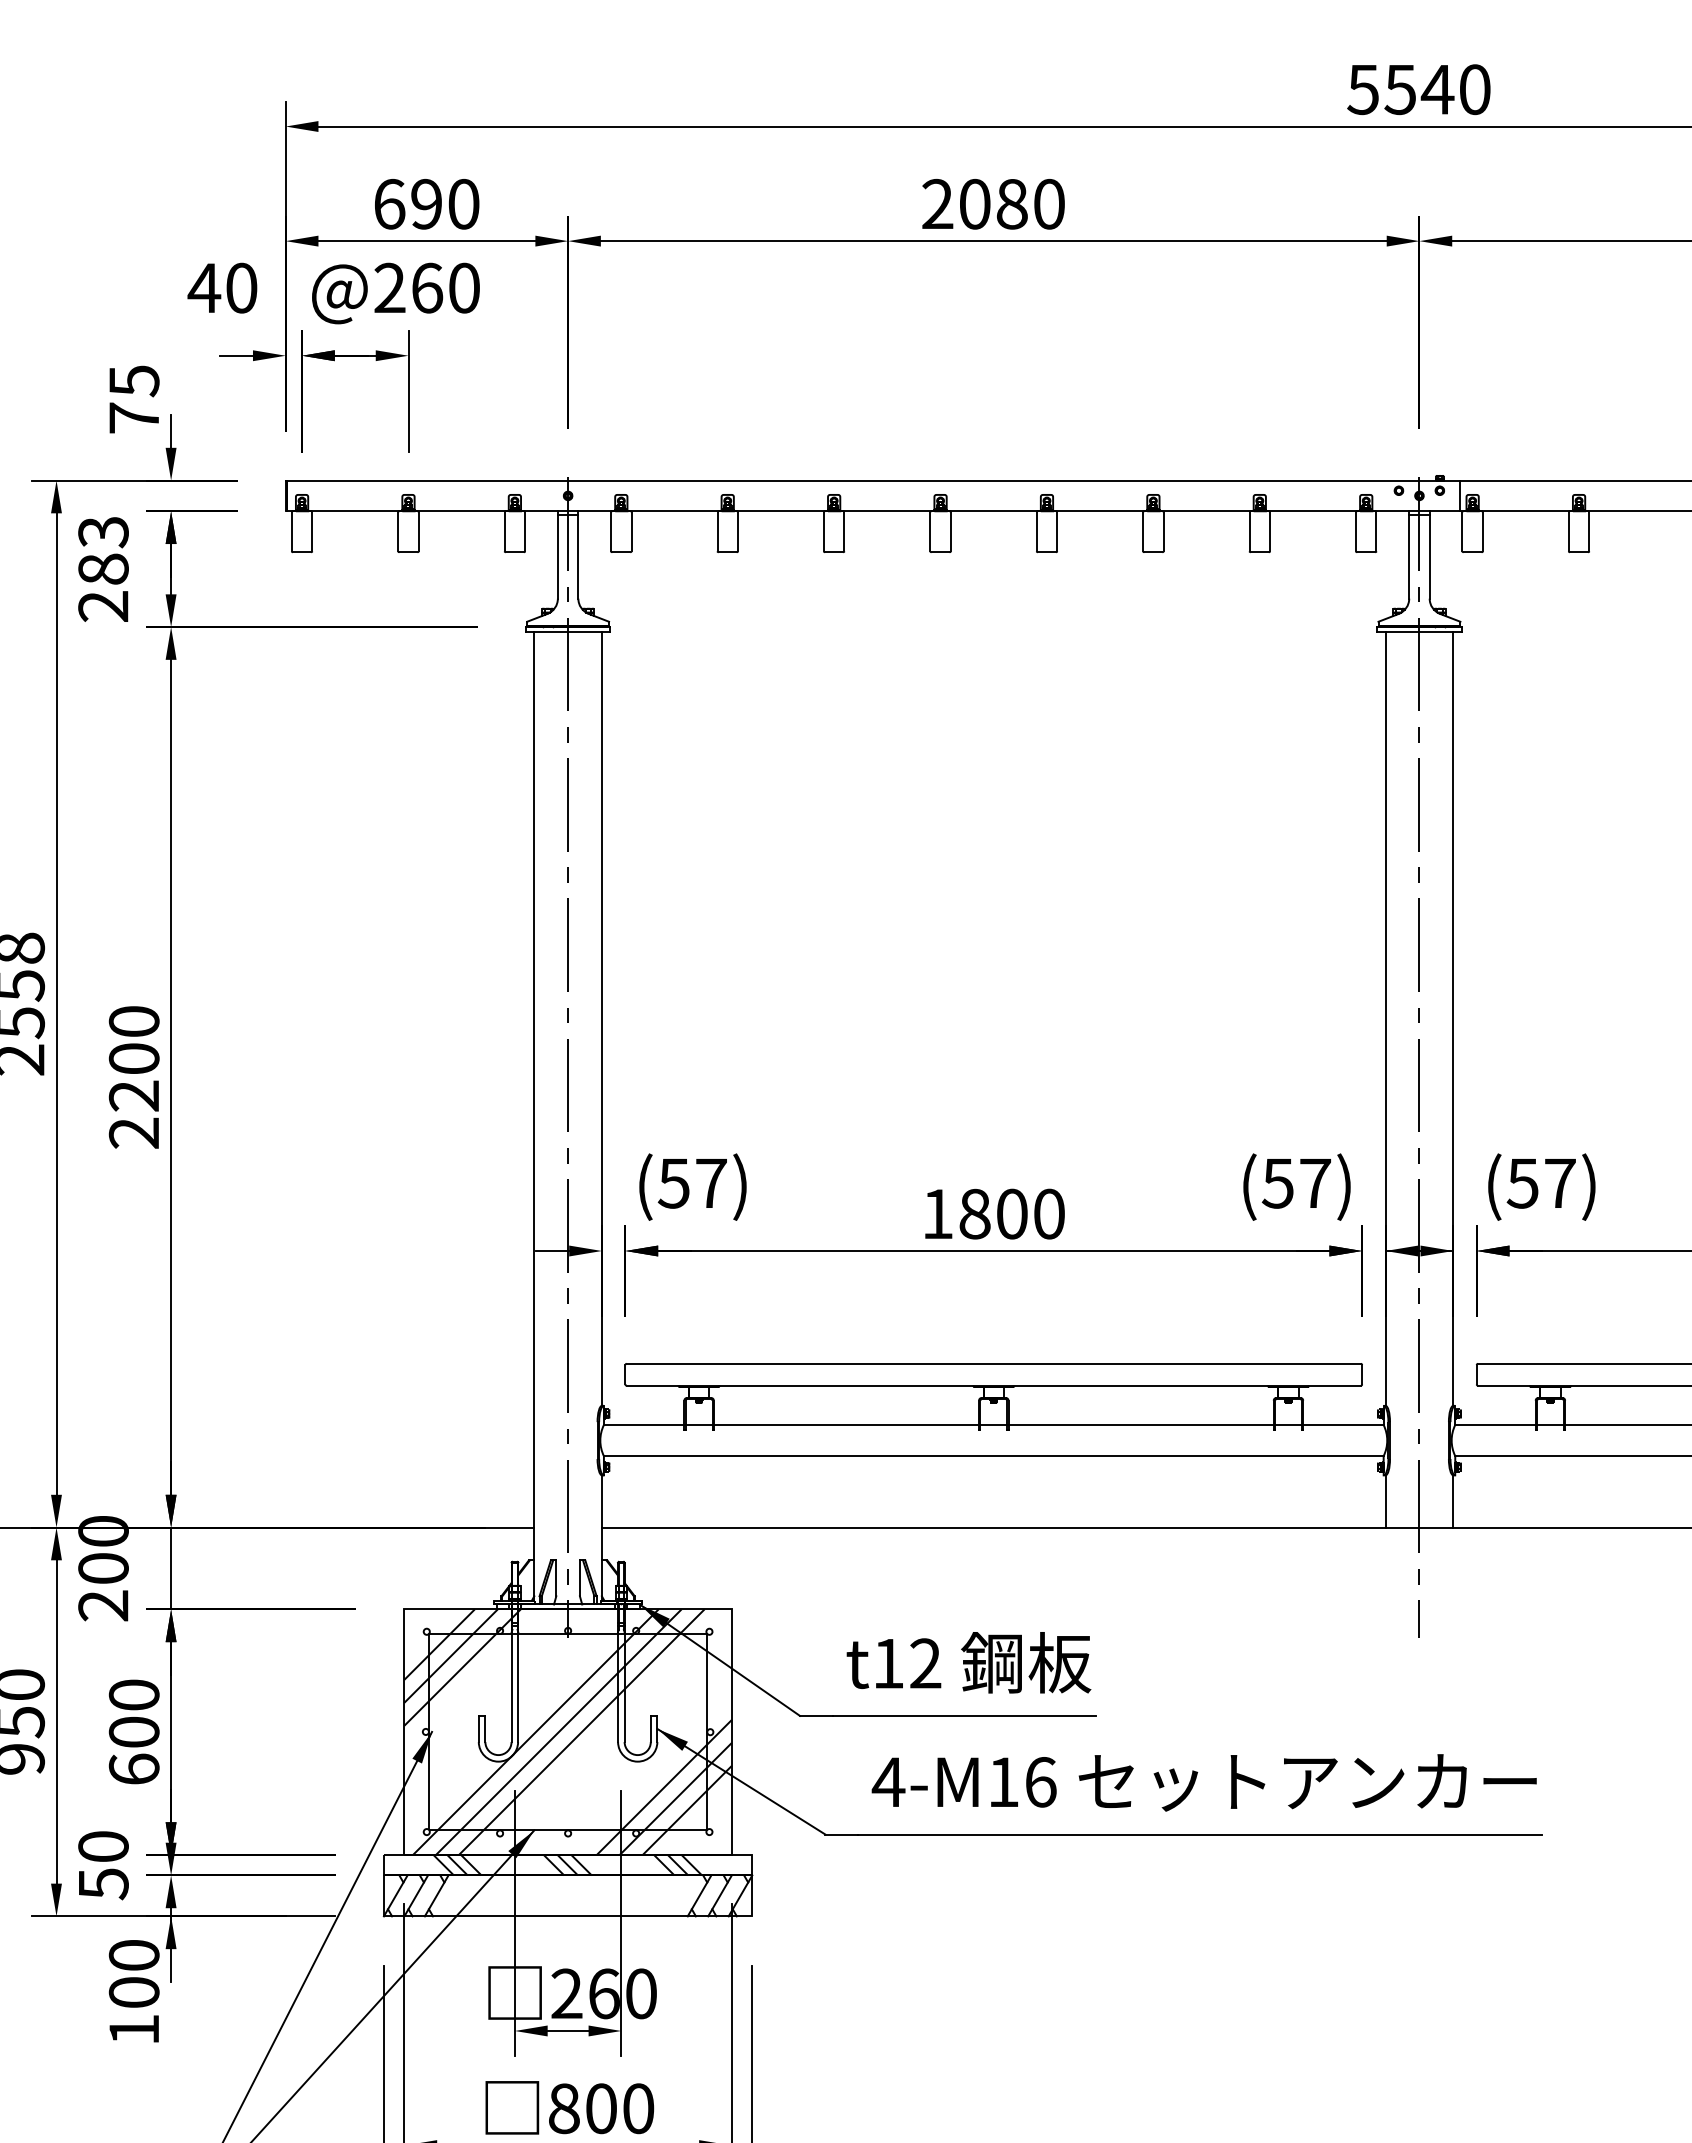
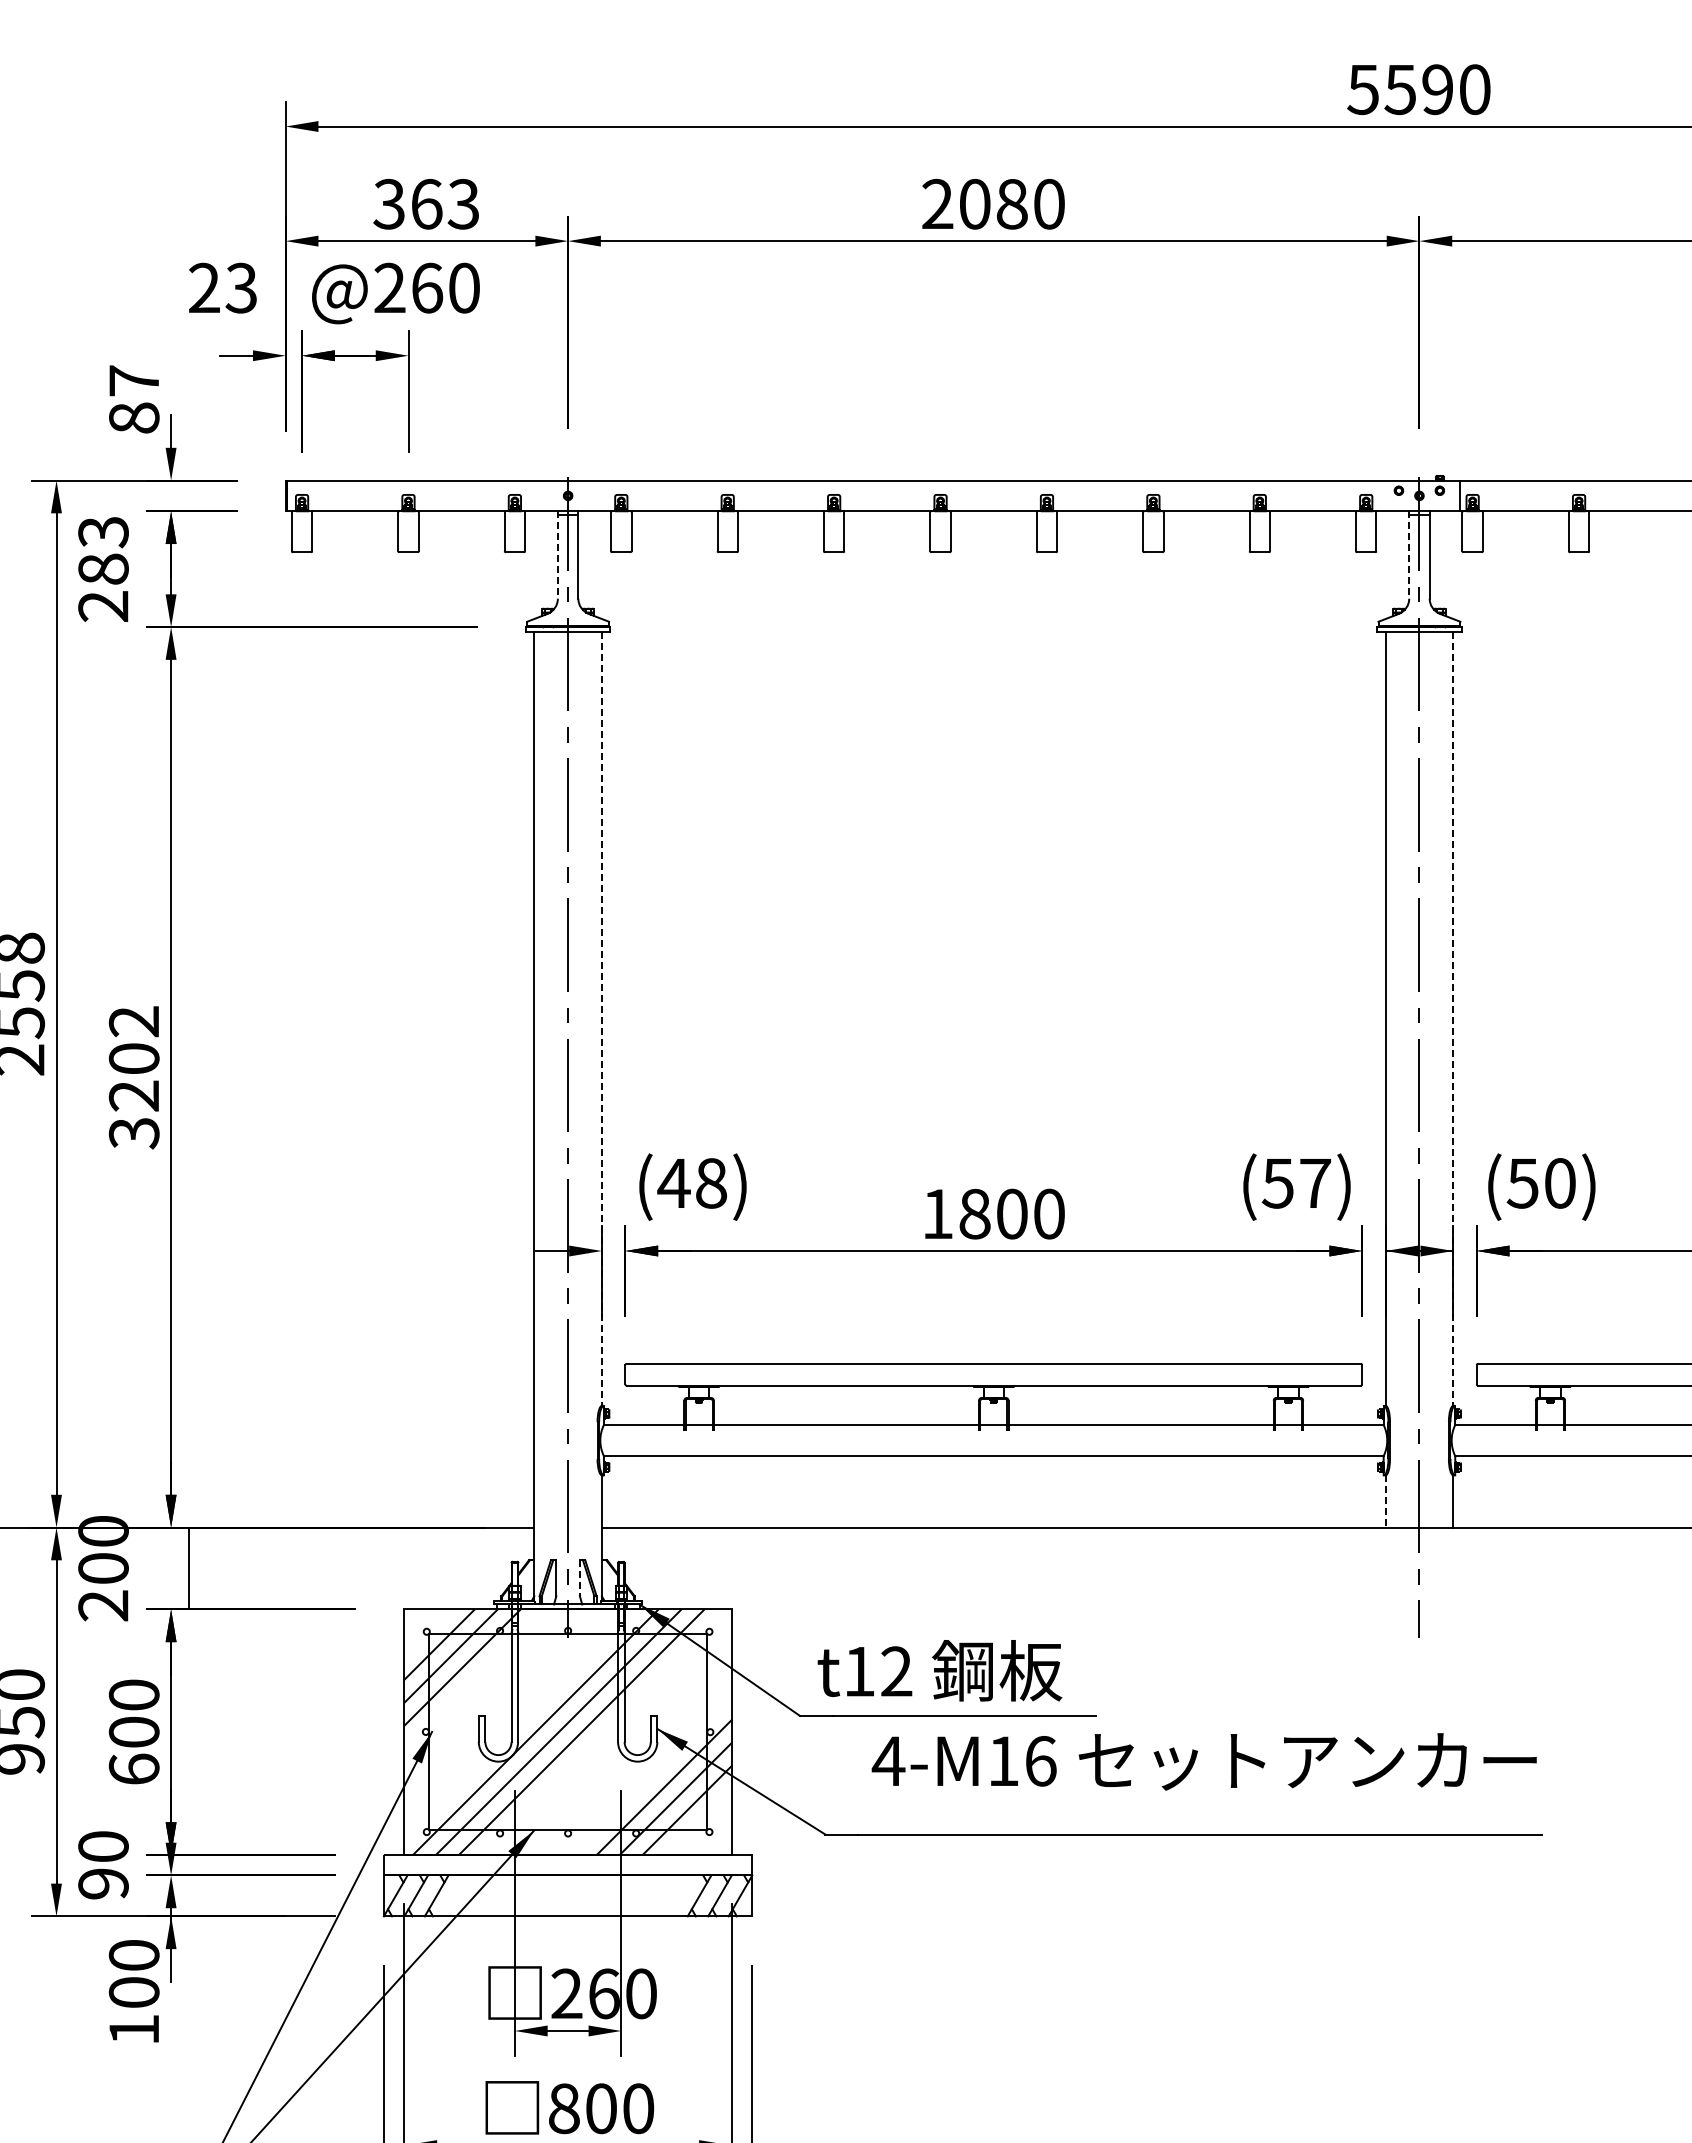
text at (1437, 89): 5540 -> 5590
text at (426, 203): 690 -> 363
text at (222, 287): 40 -> 23
text at (134, 399): 75 -> 87
line at (557, 554): solid -> dashed
line at (1409, 554): solid -> dashed
line at (601, 1018): solid -> dashed
line at (1453, 1018): solid -> dashed
text at (133, 1077): 2200 -> 3202
text at (692, 1183): (57) -> (48)
text at (1560, 1183): (57) -> (50)
line at (1385, 1501): solid -> dashed
line at (171, 1568) position: (171, 1568) -> (189, 1568)
line at (579, 1578): solid -> dashed
text at (968, 1662) position: (968, 1662) -> (939, 1670)
text at (1203, 1782) position: (1203, 1782) -> (1203, 1761)
hatch at (567, 1864): present -> none
text at (103, 1884): 50 -> 90
